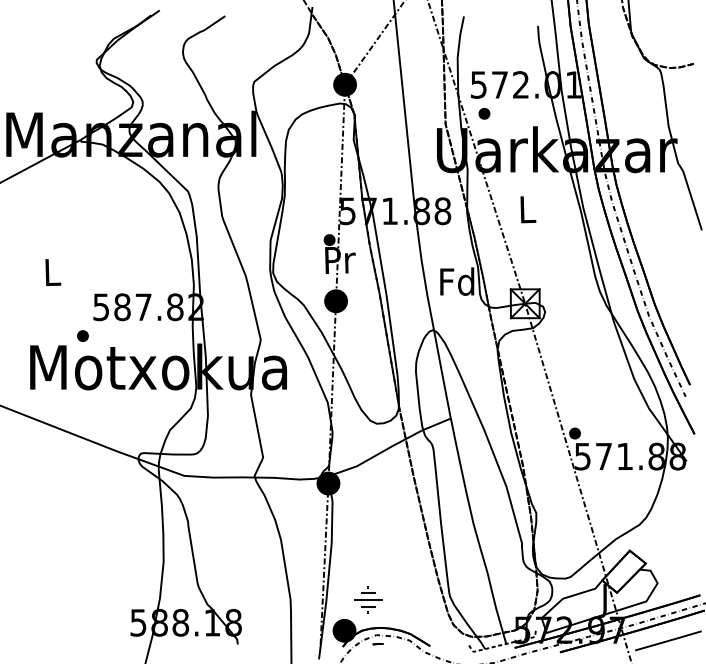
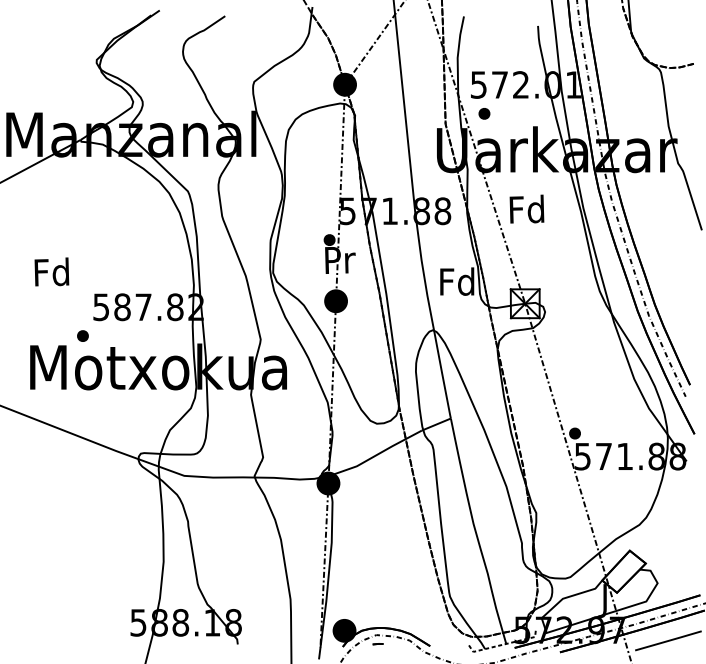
text at (526, 208): L -> Fd
text at (51, 271): L -> Fd
part at (368, 599): present -> none
